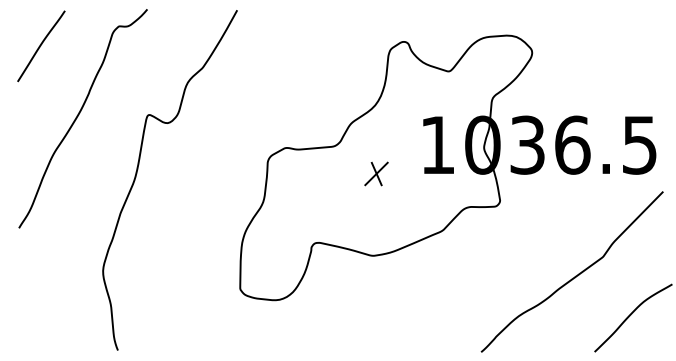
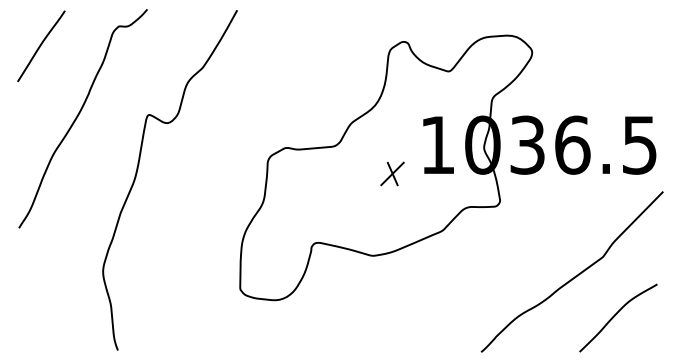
part at (376, 173) position: (376, 173) -> (392, 173)
curve at (631, 315) position: (631, 315) -> (616, 315)
